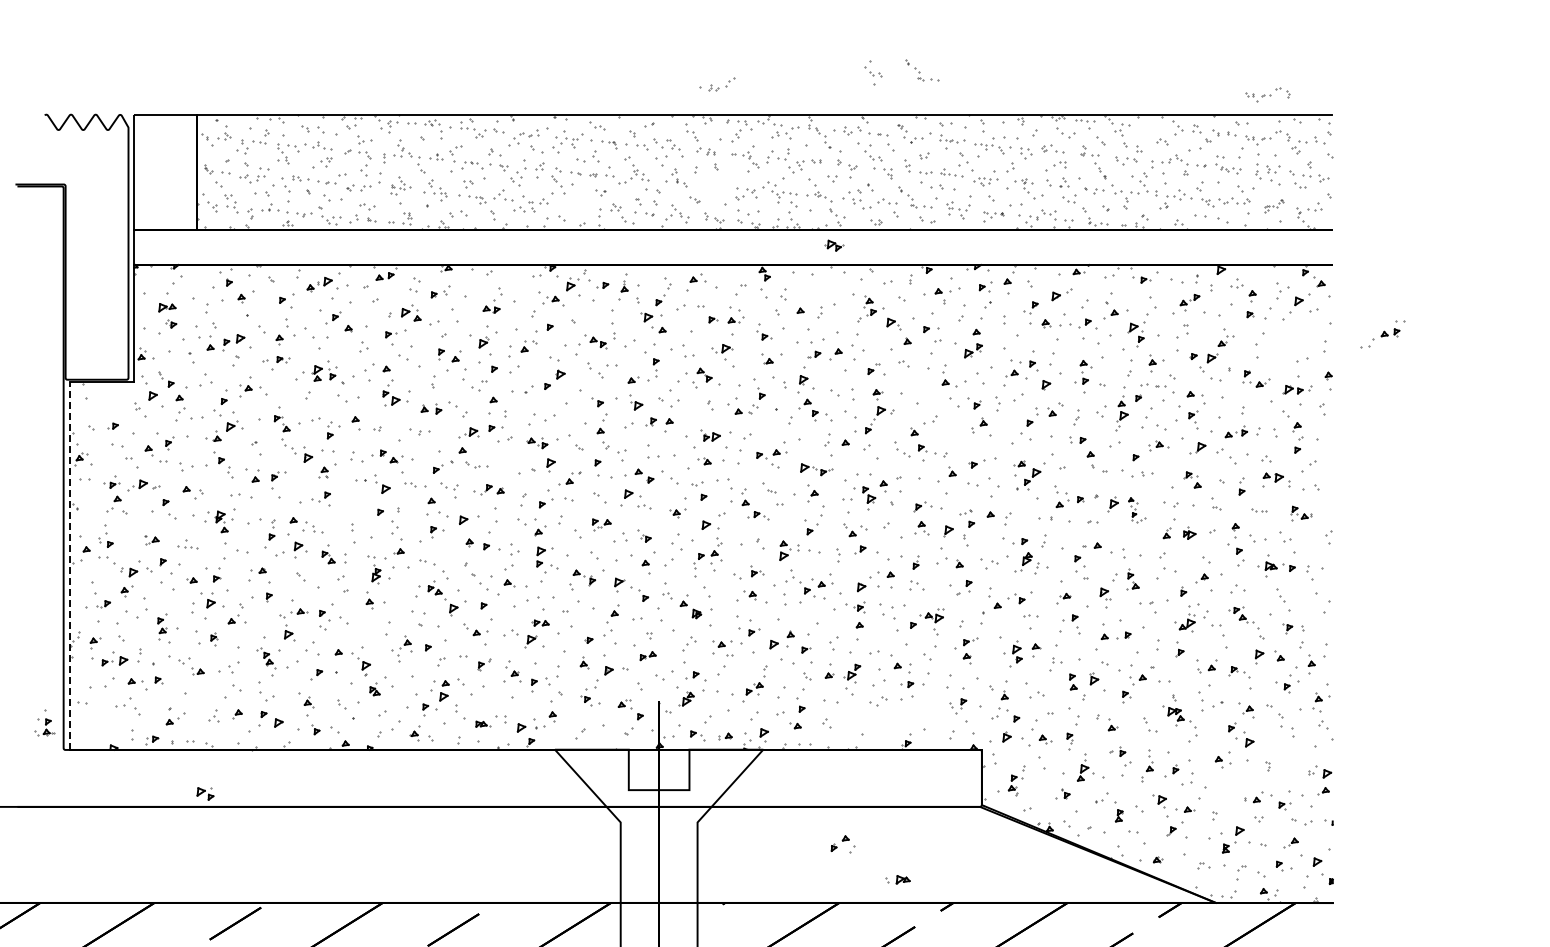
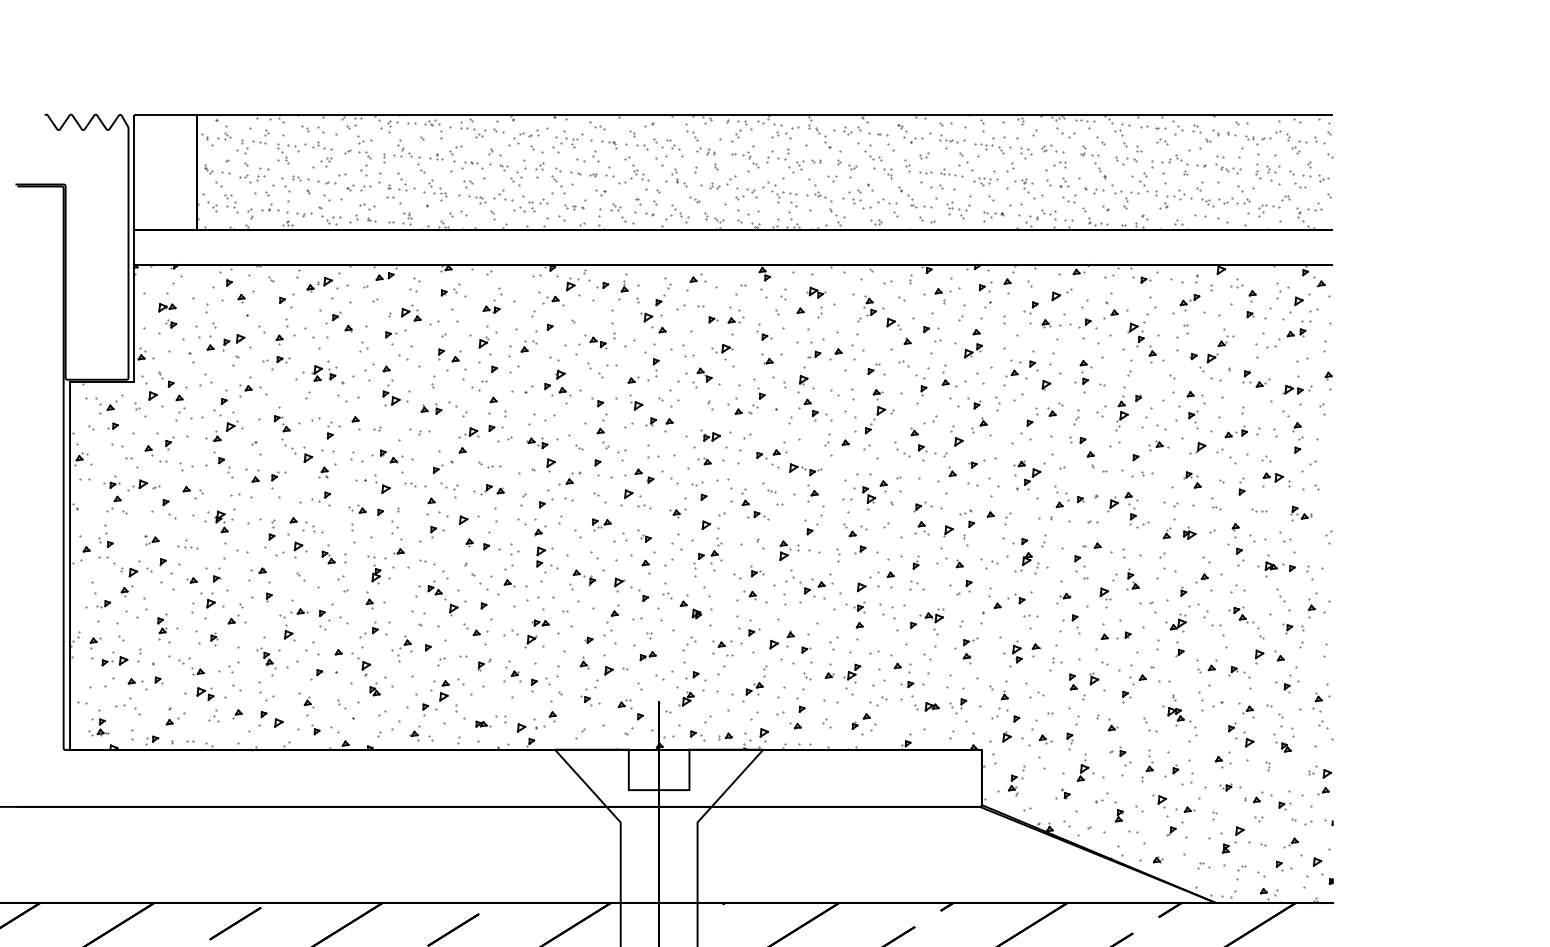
part at (922, 70): present -> none
part at (873, 72): present -> none
part at (717, 84) position: (717, 84) -> (718, 182)
part at (1267, 94): present -> none
part at (400, 185) size: 22x20 px -> 30x27 px
part at (575, 204): none -> present
part at (1274, 206) size: 21x15 px -> 33x23 px
part at (834, 245) position: (834, 245) -> (816, 292)
part at (440, 291) position: (440, 291) -> (450, 289)
part at (1382, 334) position: (1382, 334) -> (1288, 334)
part at (1152, 363) position: (1152, 363) -> (1152, 354)
part at (921, 385): none -> present
part at (1153, 385) position: (1153, 385) -> (1153, 127)
part at (561, 391): none -> present
part at (109, 404): none -> present
part at (956, 435): none -> present
part at (476, 464) position: (476, 464) -> (489, 464)
part at (816, 469) position: (816, 469) -> (805, 469)
part at (357, 508): none -> present
part at (1137, 510) size: 19x27 px -> 26x37 px
line at (69, 565): dashed -> solid
part at (1184, 622) position: (1184, 622) -> (1175, 622)
part at (368, 629): none -> present
part at (1311, 664) position: (1311, 664) -> (1311, 608)
part at (44, 722) position: (44, 722) -> (98, 722)
part at (1282, 742): none -> present
part at (1230, 787): none -> present
part at (205, 793) position: (205, 793) -> (205, 693)
part at (842, 844) position: (842, 844) -> (863, 722)
part at (897, 879) position: (897, 879) -> (926, 706)
